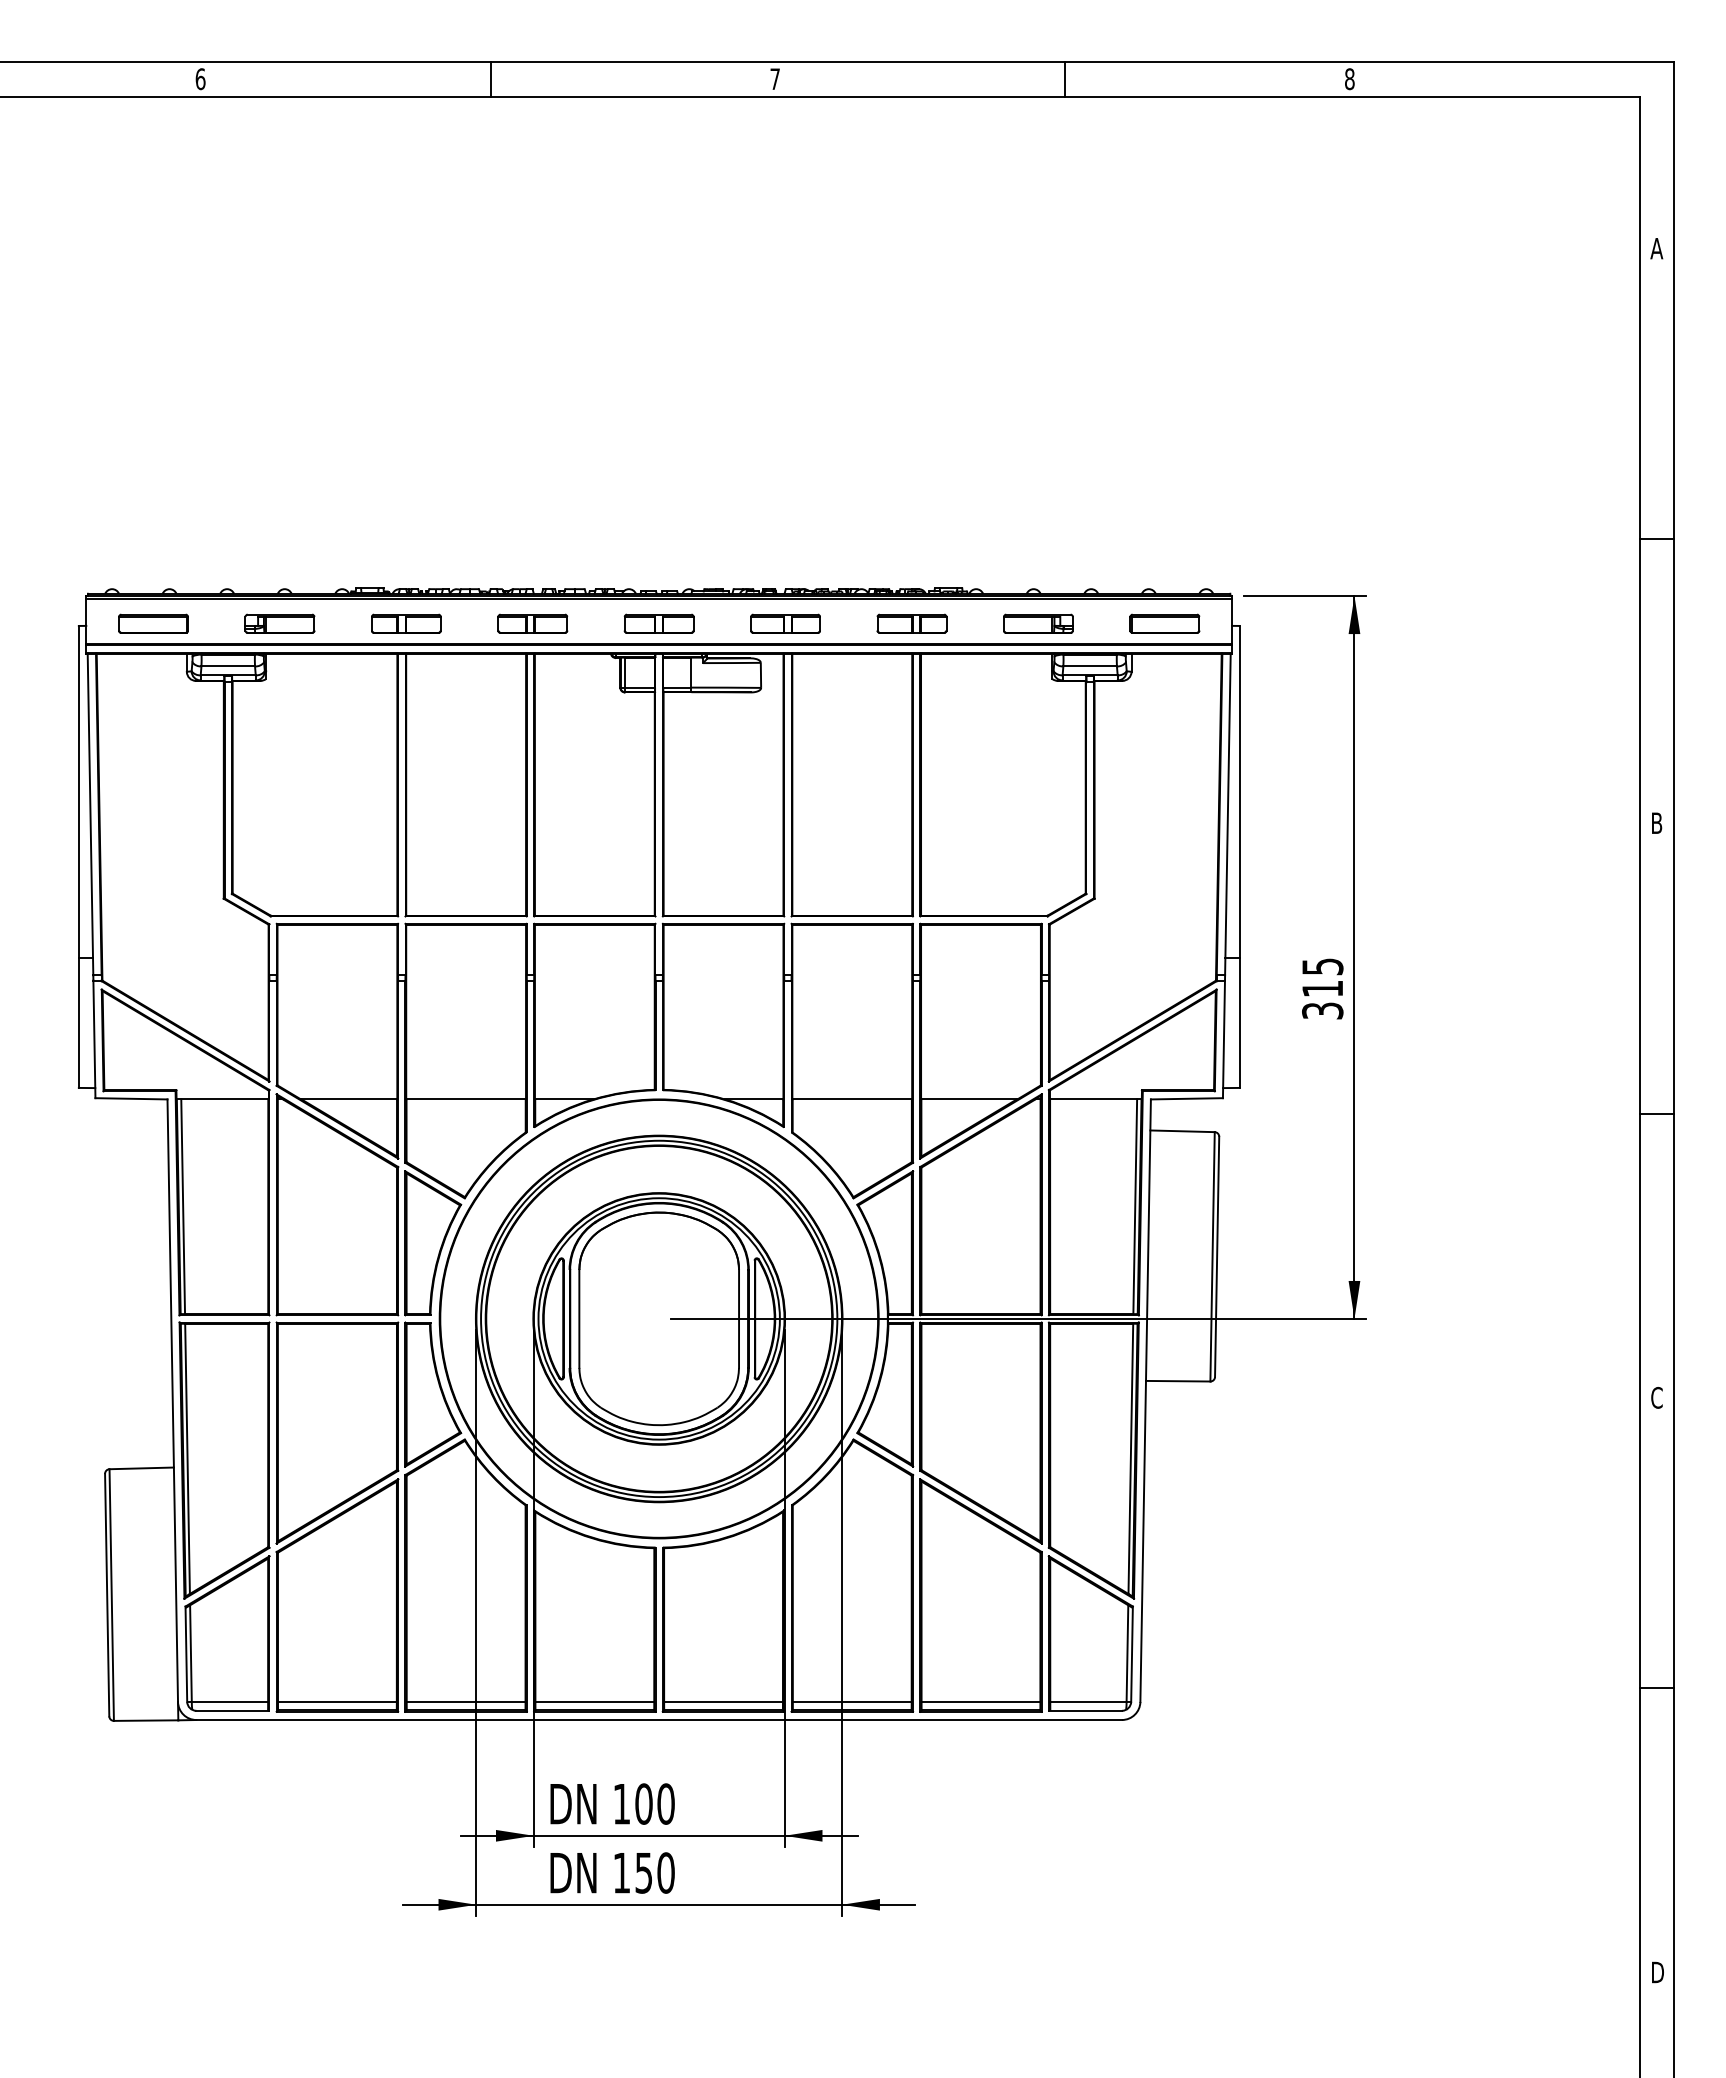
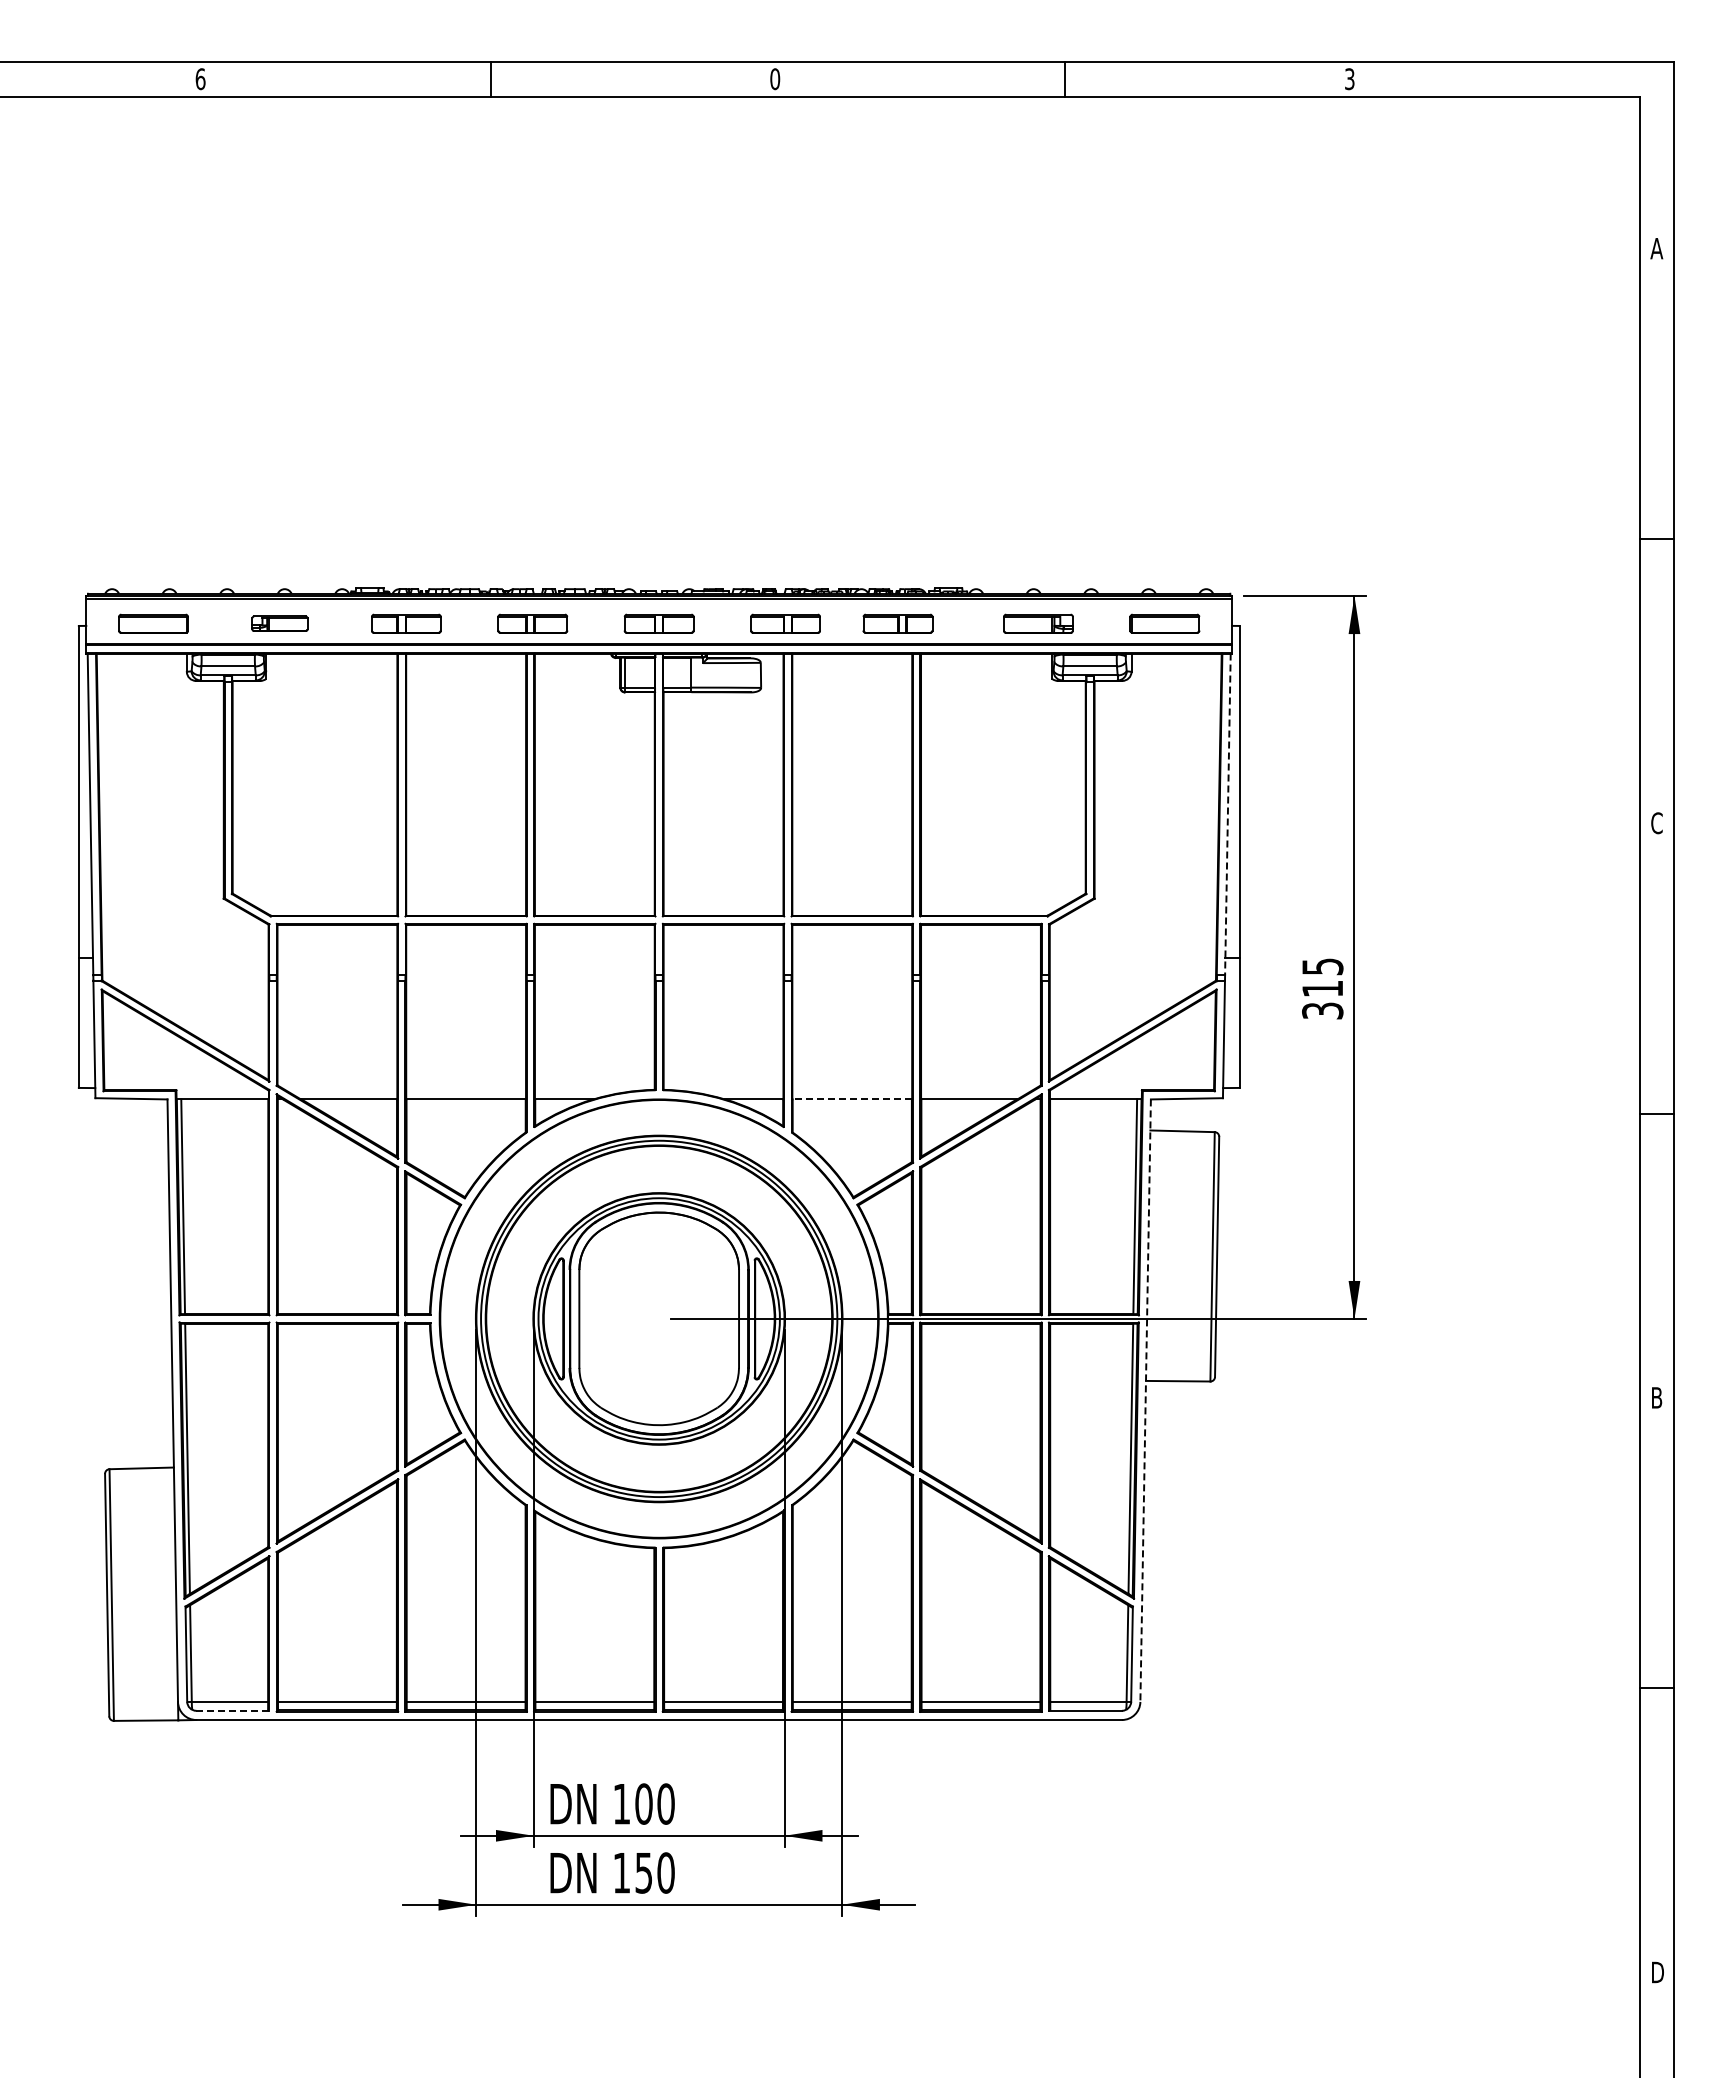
text at (775, 79): 7 -> 0
text at (1349, 79): 8 -> 3
part at (279, 623) size: 72x21 px -> 58x17 px
part at (911, 623) position: (911, 623) -> (897, 623)
line at (1227, 814): solid -> dashed
text at (1656, 823): B -> C
line at (852, 1099): solid -> dashed
text at (1656, 1397): C -> B
line at (1145, 1401): solid -> dashed
line at (232, 1710): solid -> dashed
